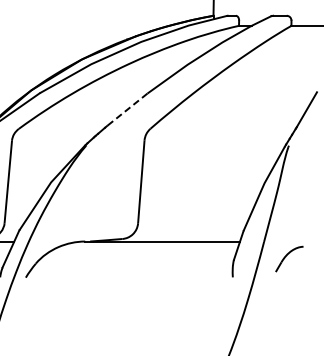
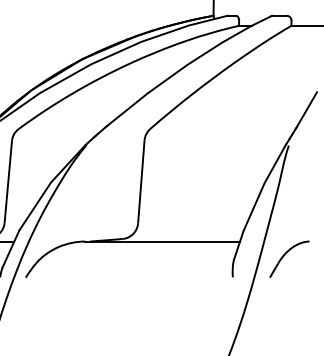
line at (127, 109): dashed -> solid
part at (289, 258) size: 29x28 px -> 41x38 px
